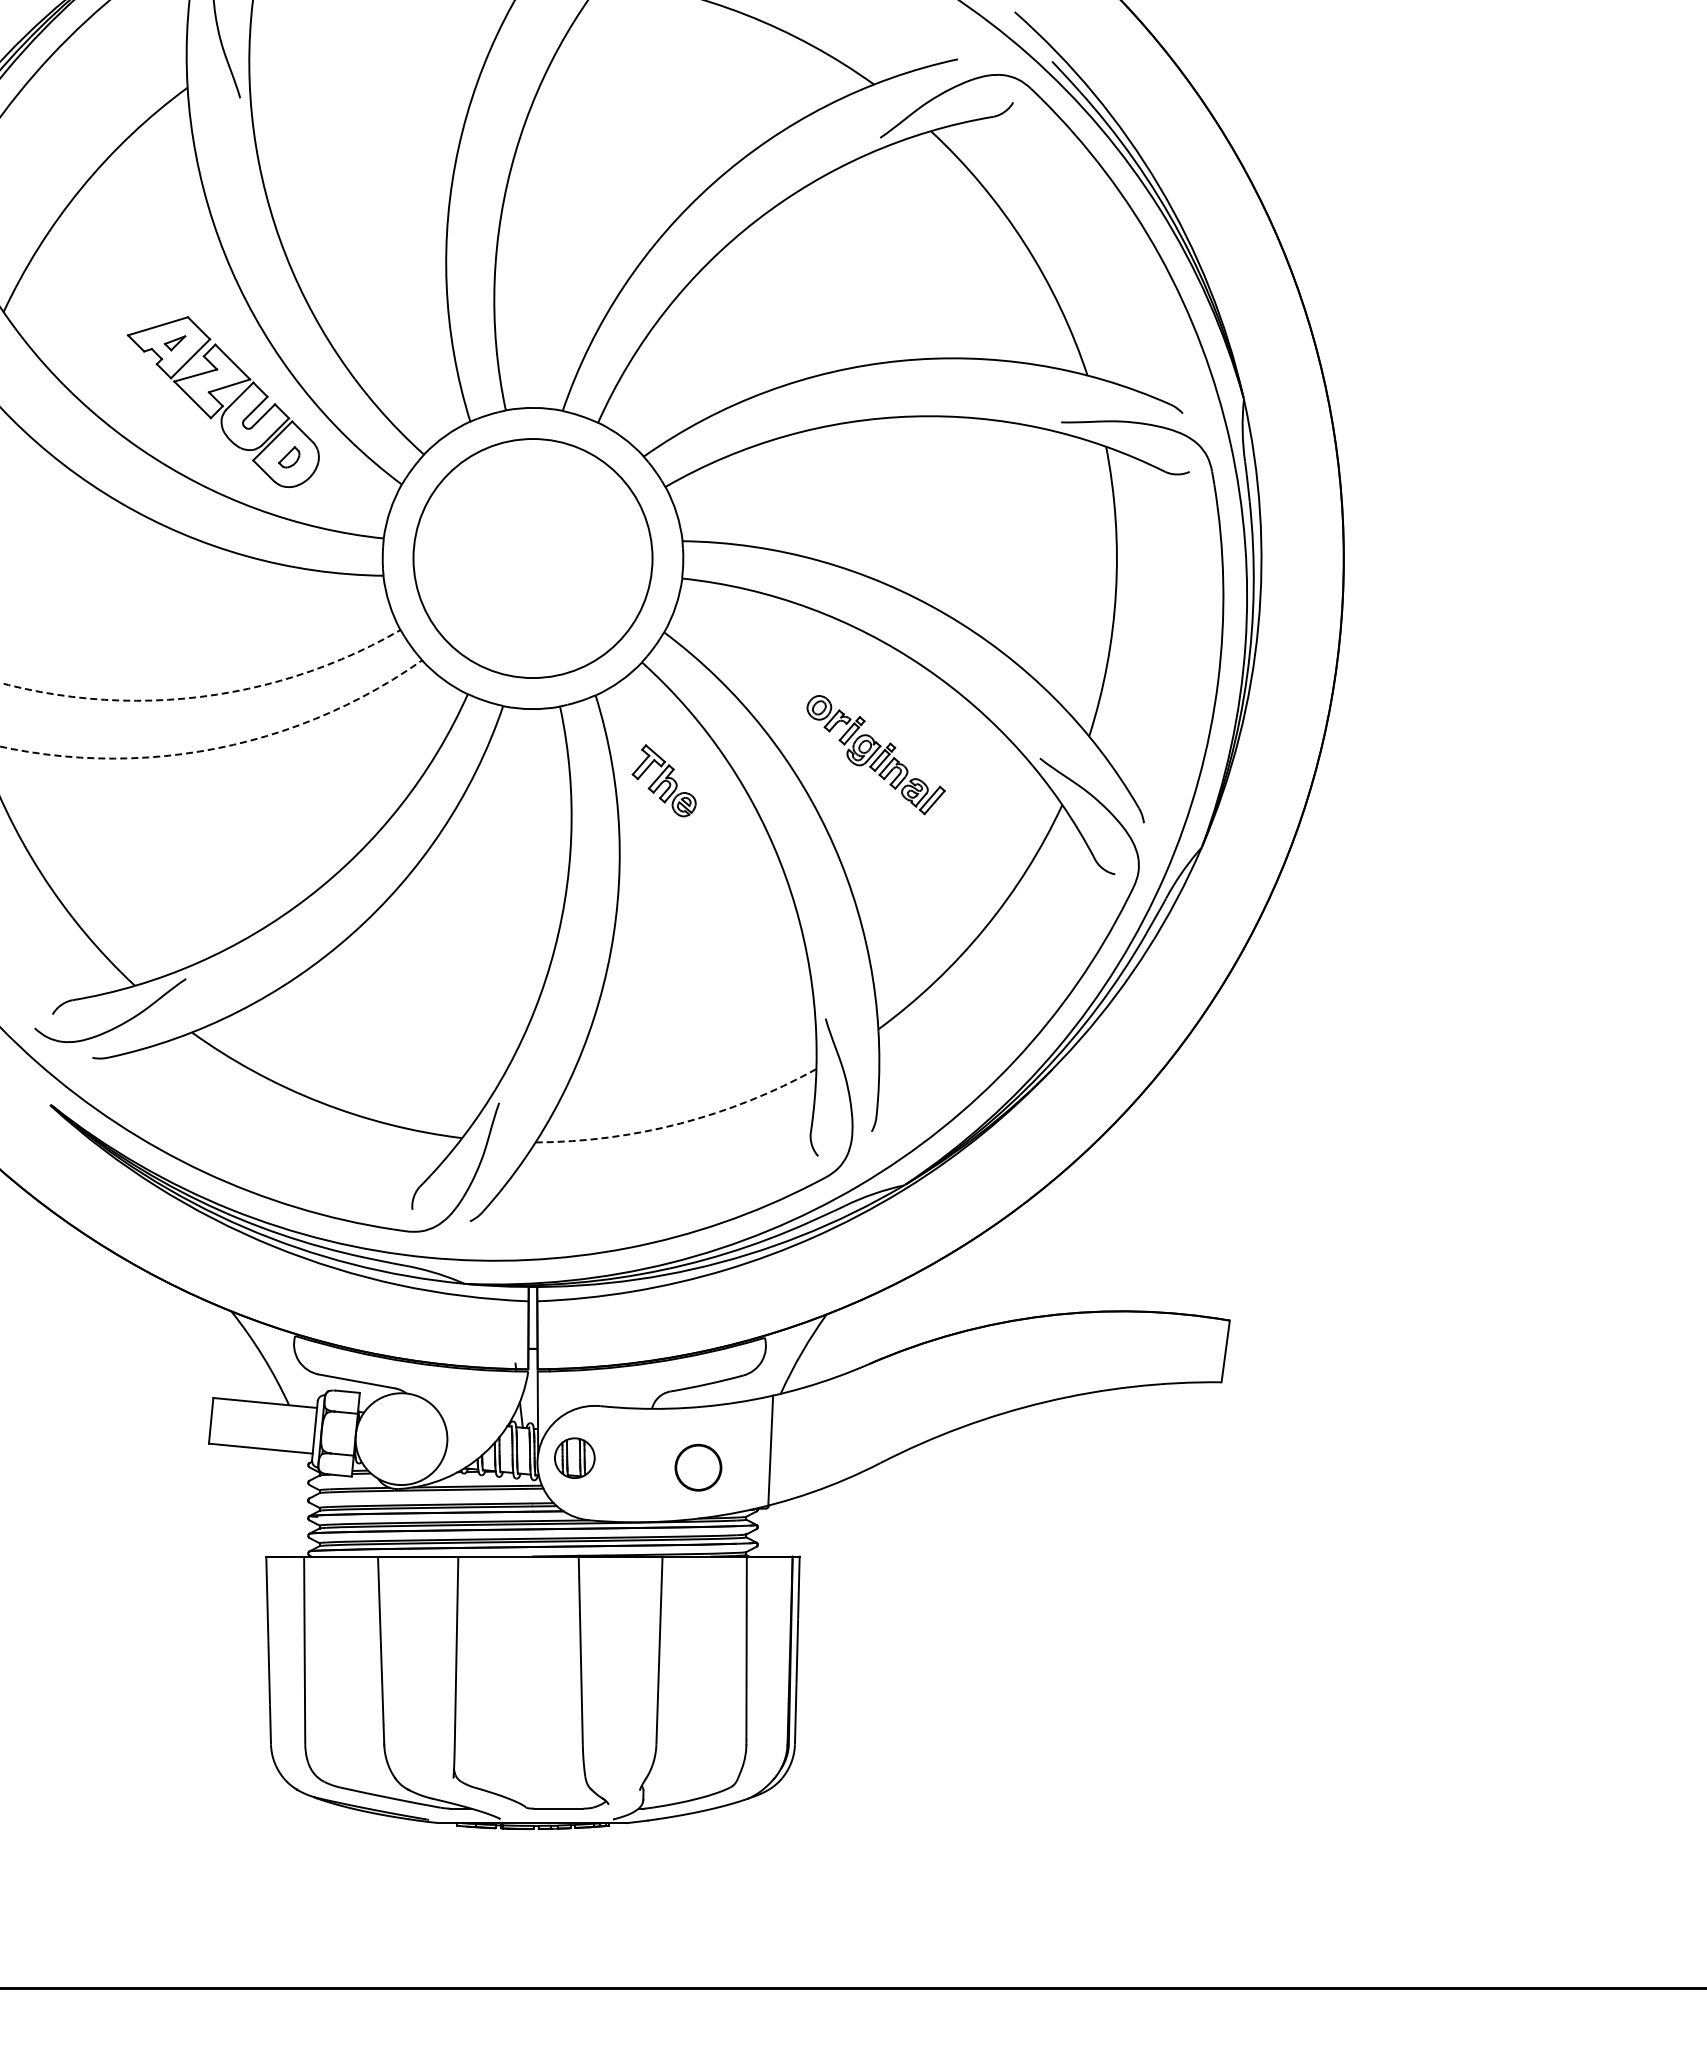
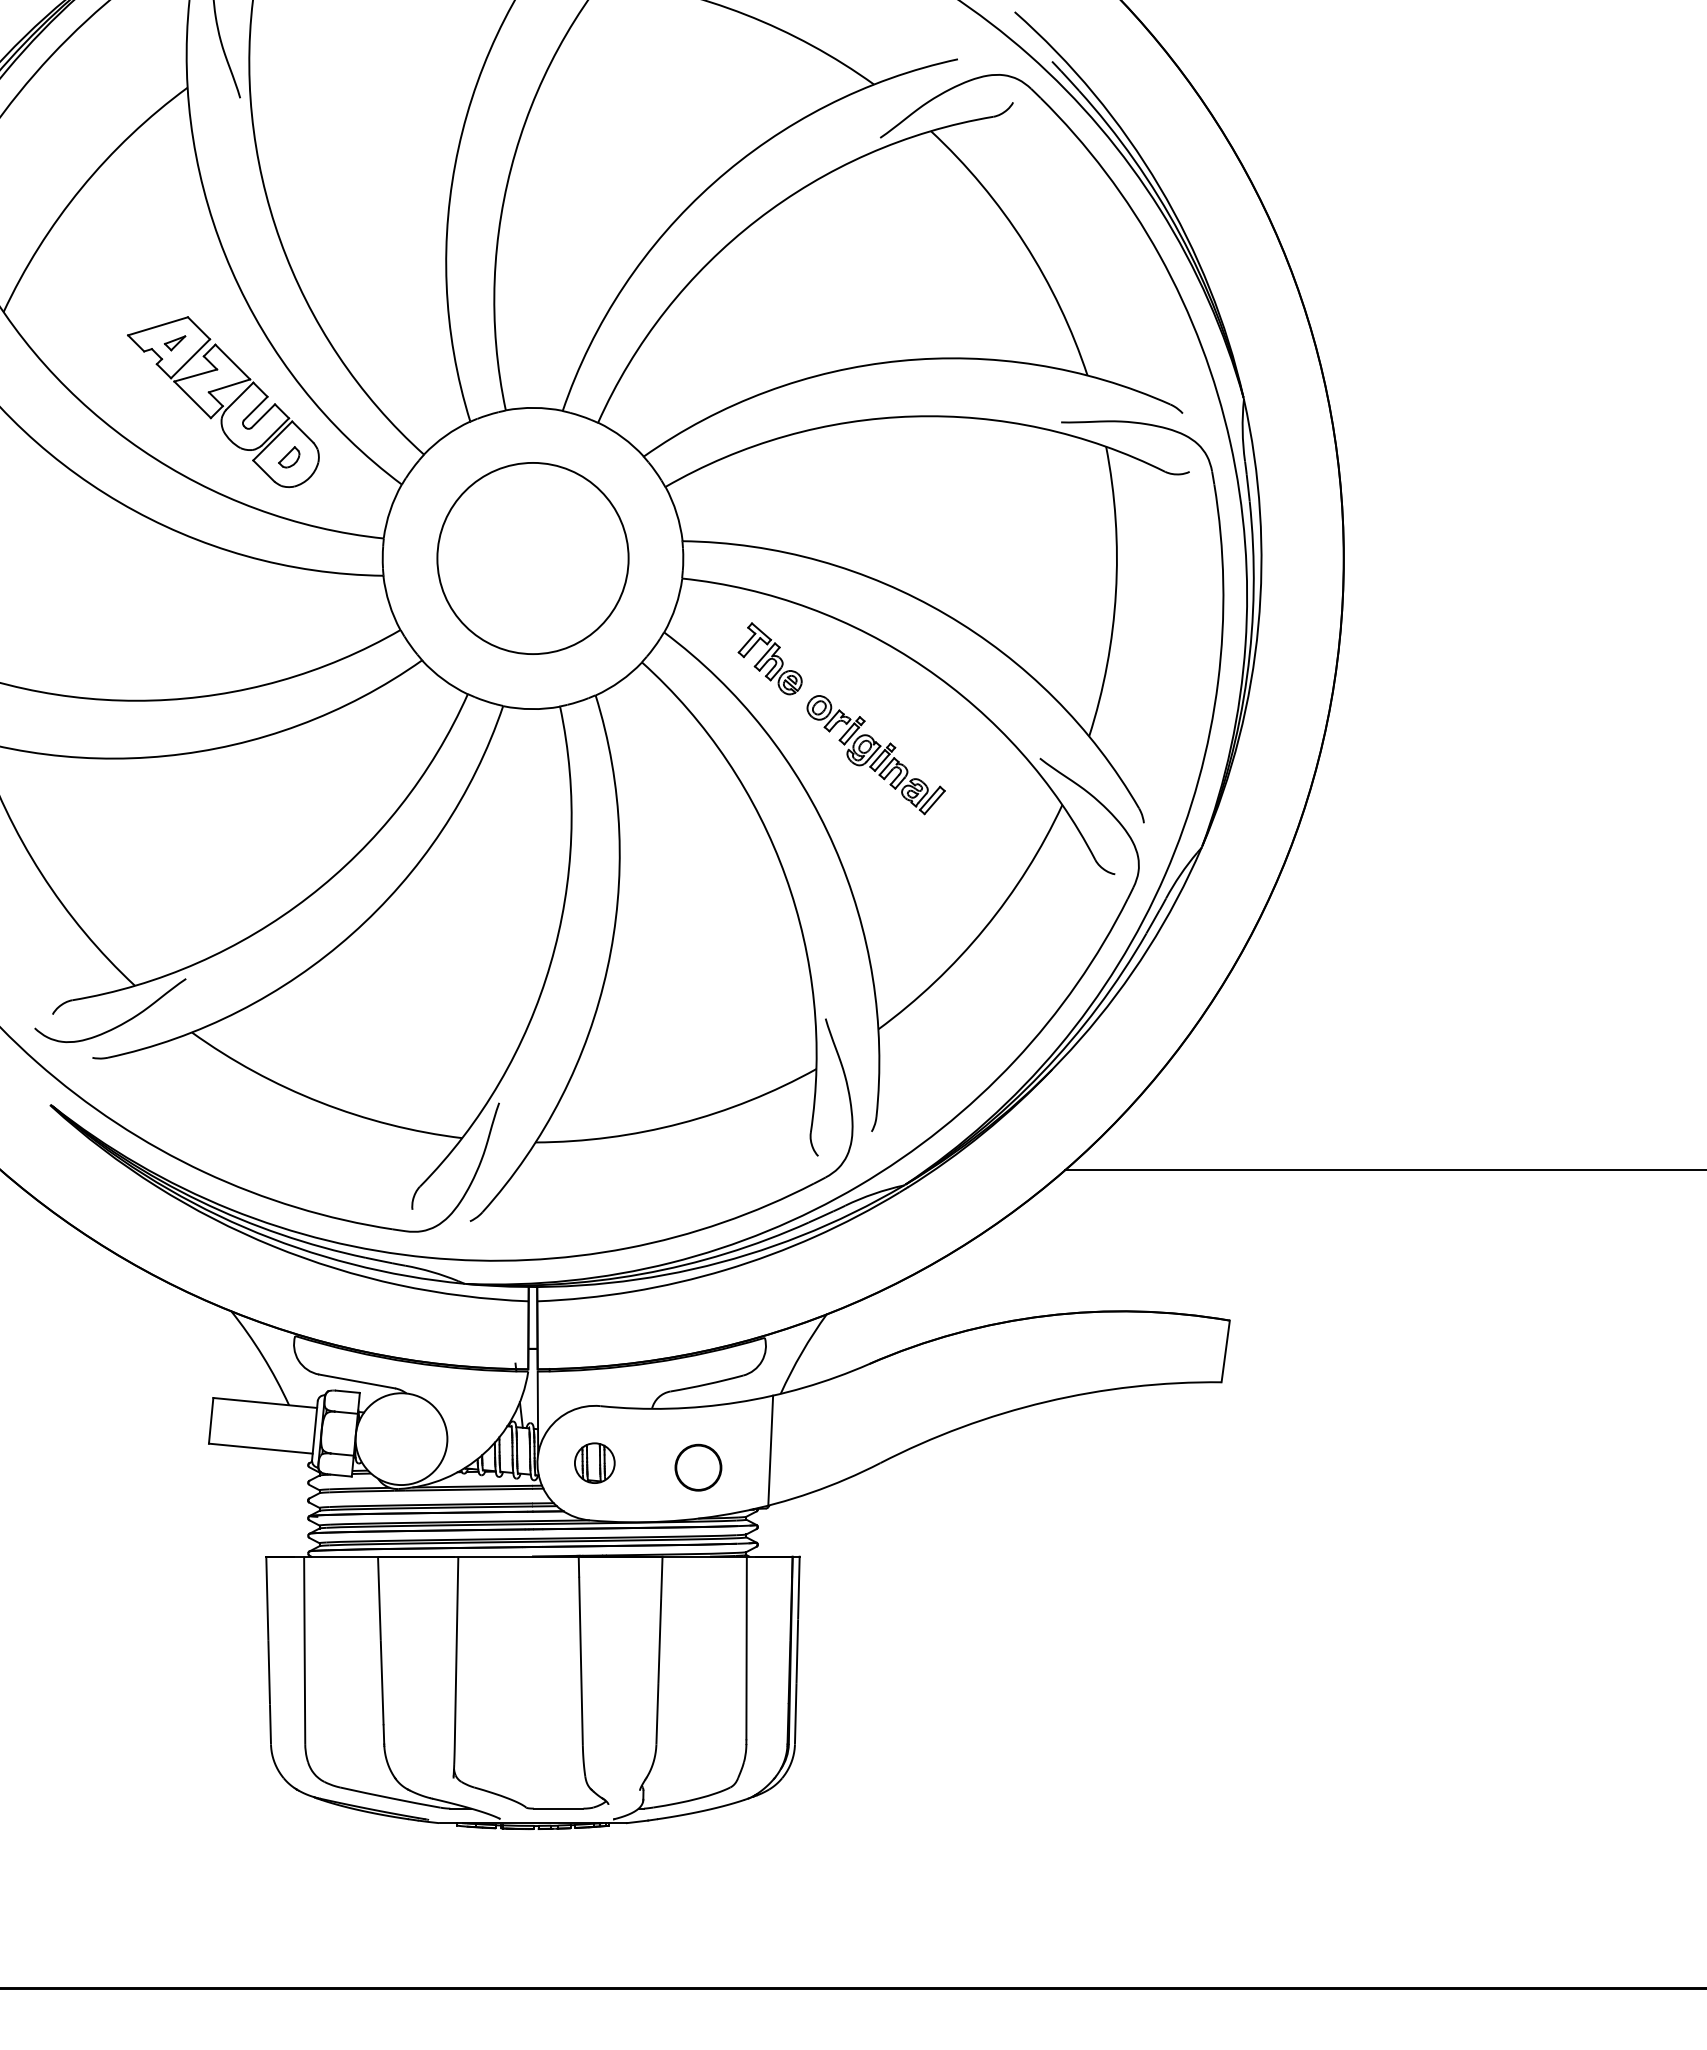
circle at (532, 558) diameter: 239 px -> 191 px
arc at (204, 696): dashed -> solid
arc at (219, 747): dashed -> solid
part at (663, 780) position: (663, 780) -> (769, 658)
arc at (680, 1123): dashed -> solid
line at (1383, 1170): none -> present
part at (574, 1457) position: (574, 1457) -> (594, 1462)
